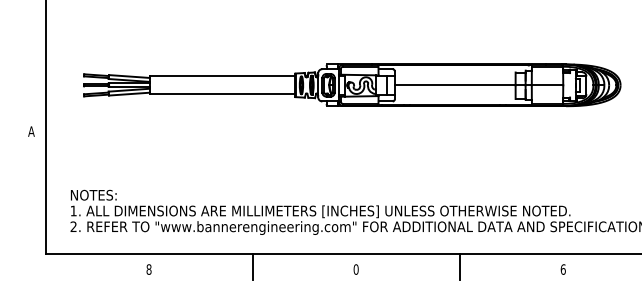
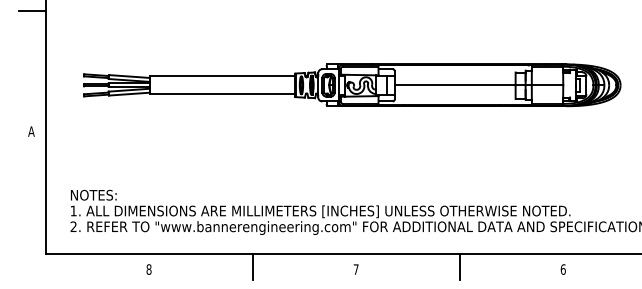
line at (32, 10): none -> present
text at (355, 269): 0 -> 7
